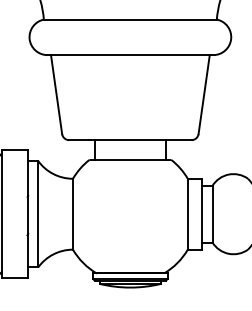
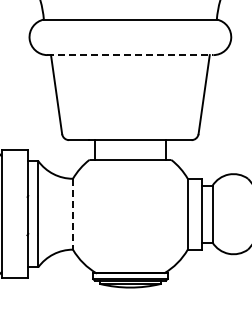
line at (130, 55): solid -> dashed
line at (72, 214): solid -> dashed
